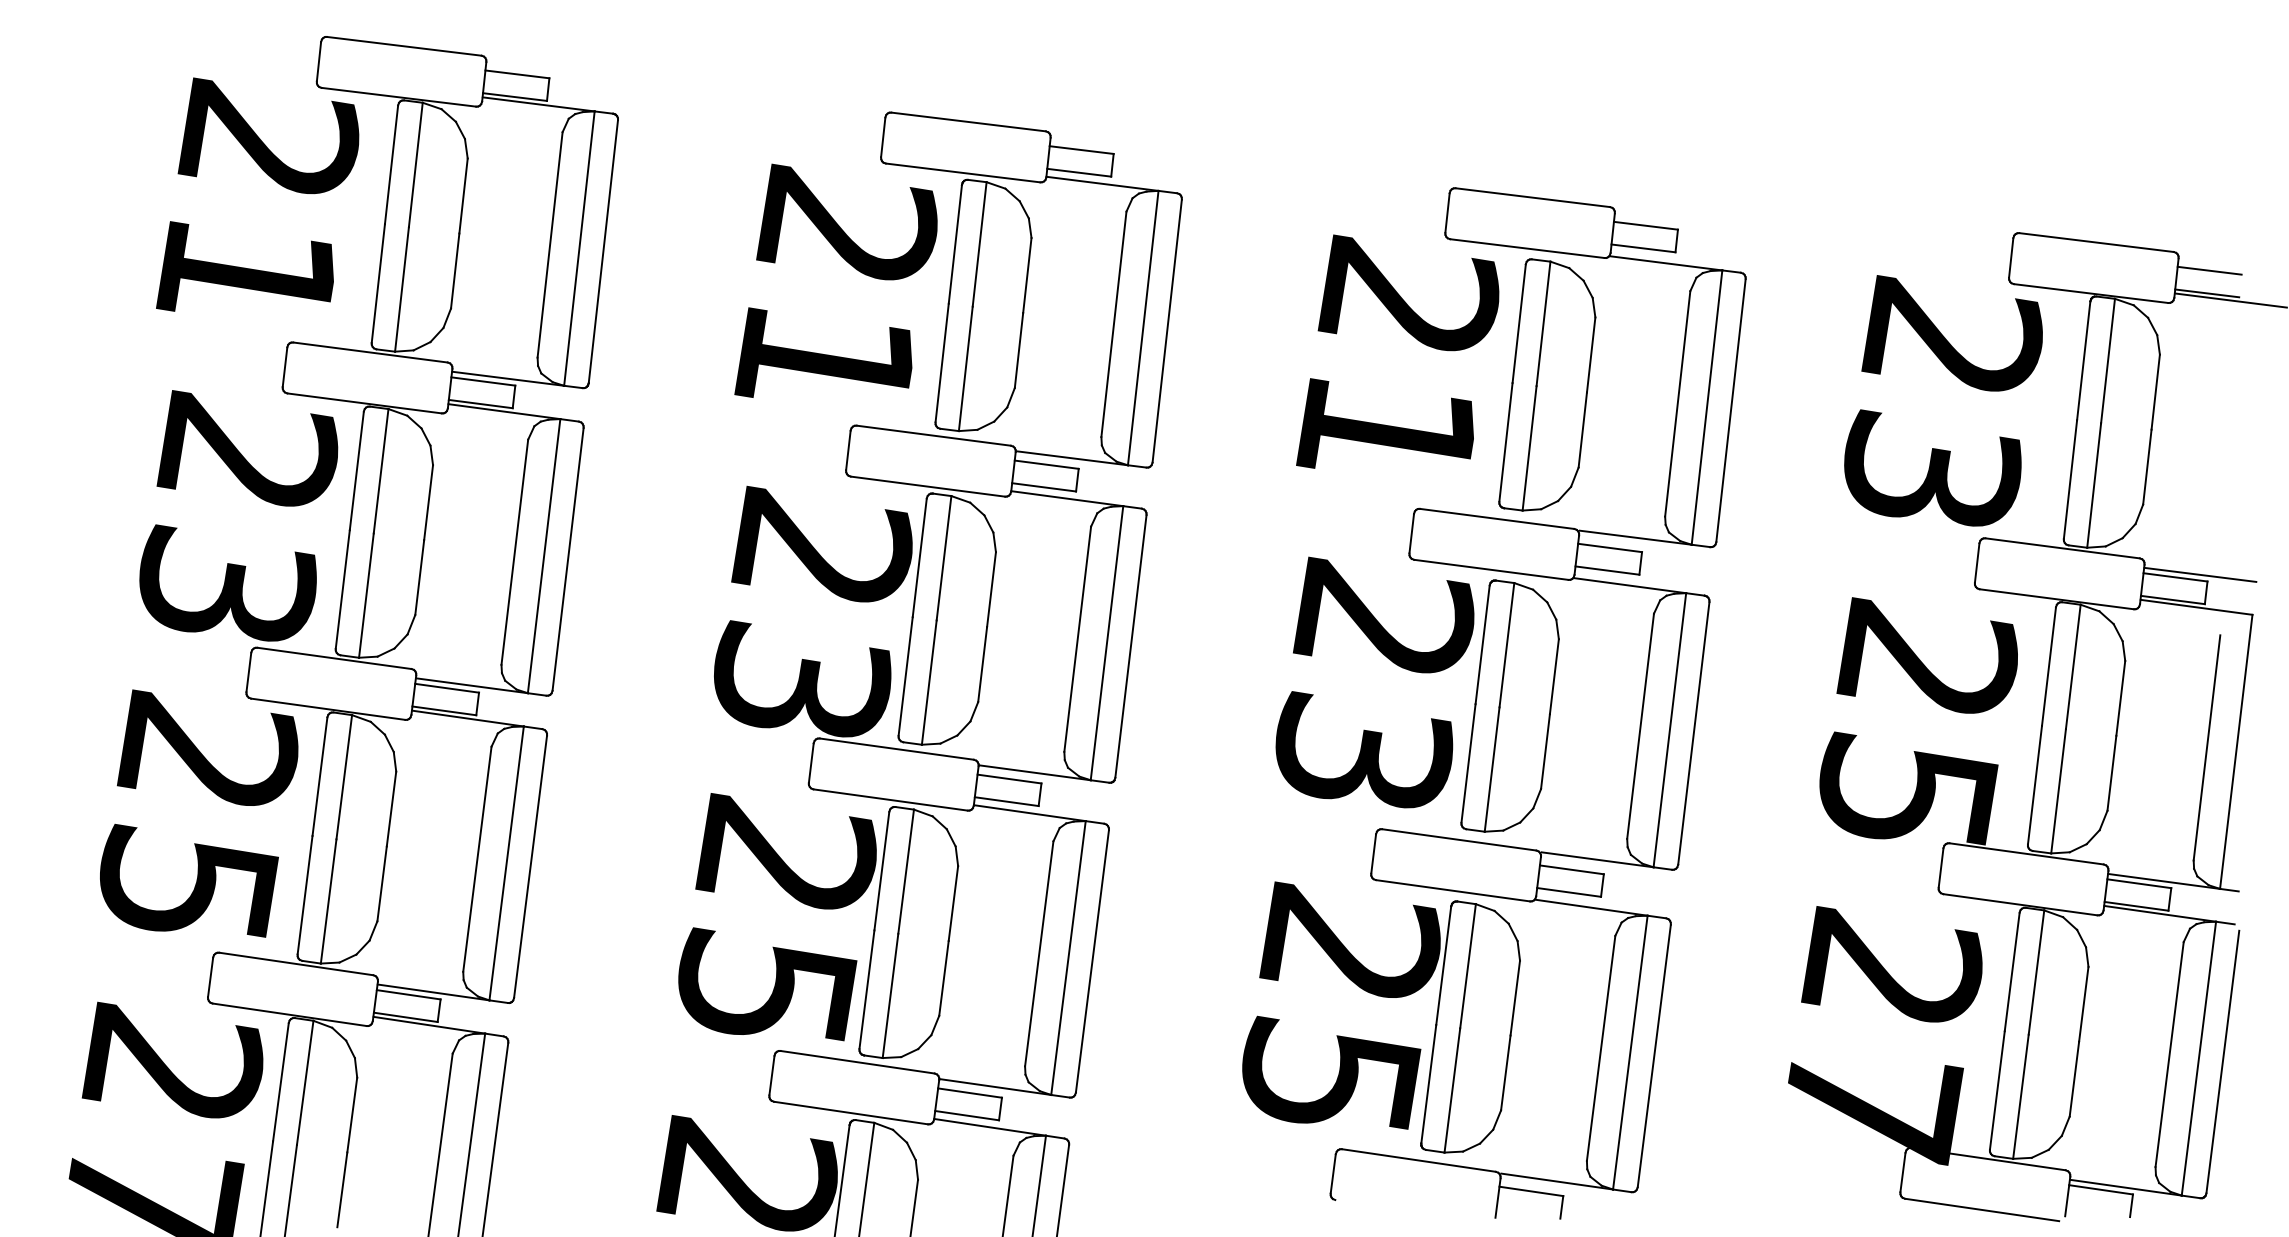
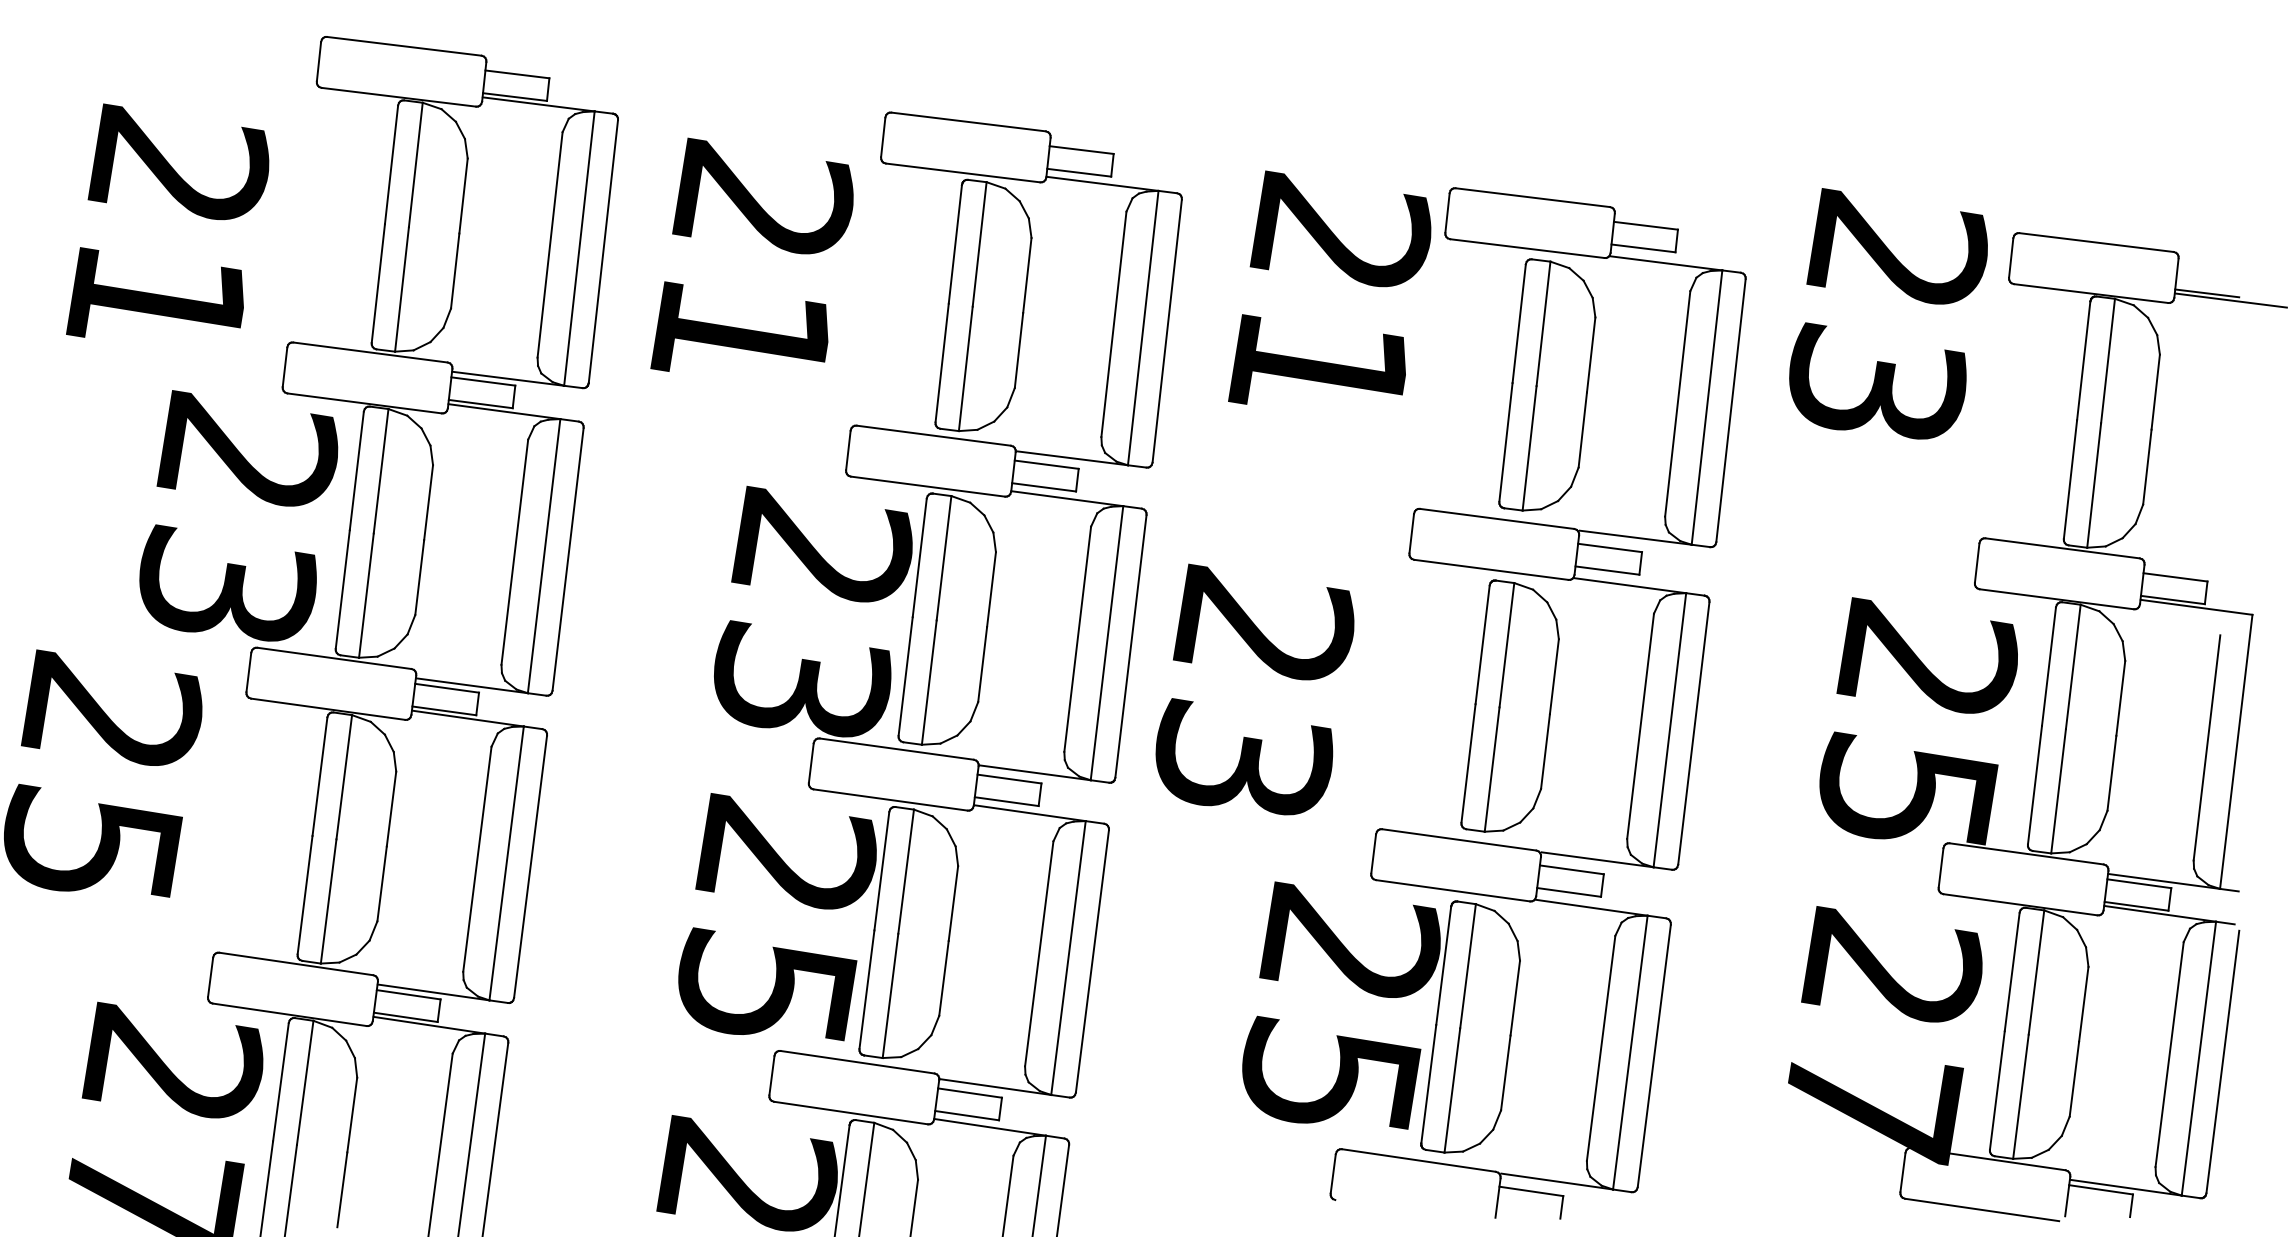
text at (257, 194) position: (257, 194) -> (167, 220)
line at (2209, 270): present -> none
text at (835, 280) position: (835, 280) -> (751, 254)
text at (1397, 351) position: (1397, 351) -> (1329, 287)
text at (1943, 400) position: (1943, 400) -> (1888, 313)
line at (2200, 574): present -> none
text at (1374, 682) position: (1374, 682) -> (1254, 689)
text at (199, 813) position: (199, 813) -> (103, 773)
